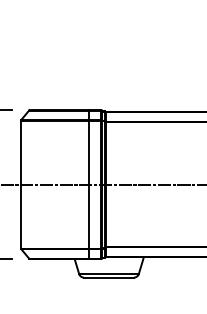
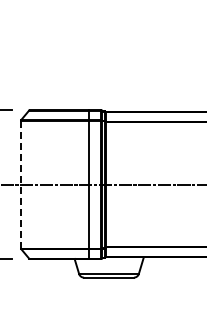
line at (21, 184): solid -> dashed
